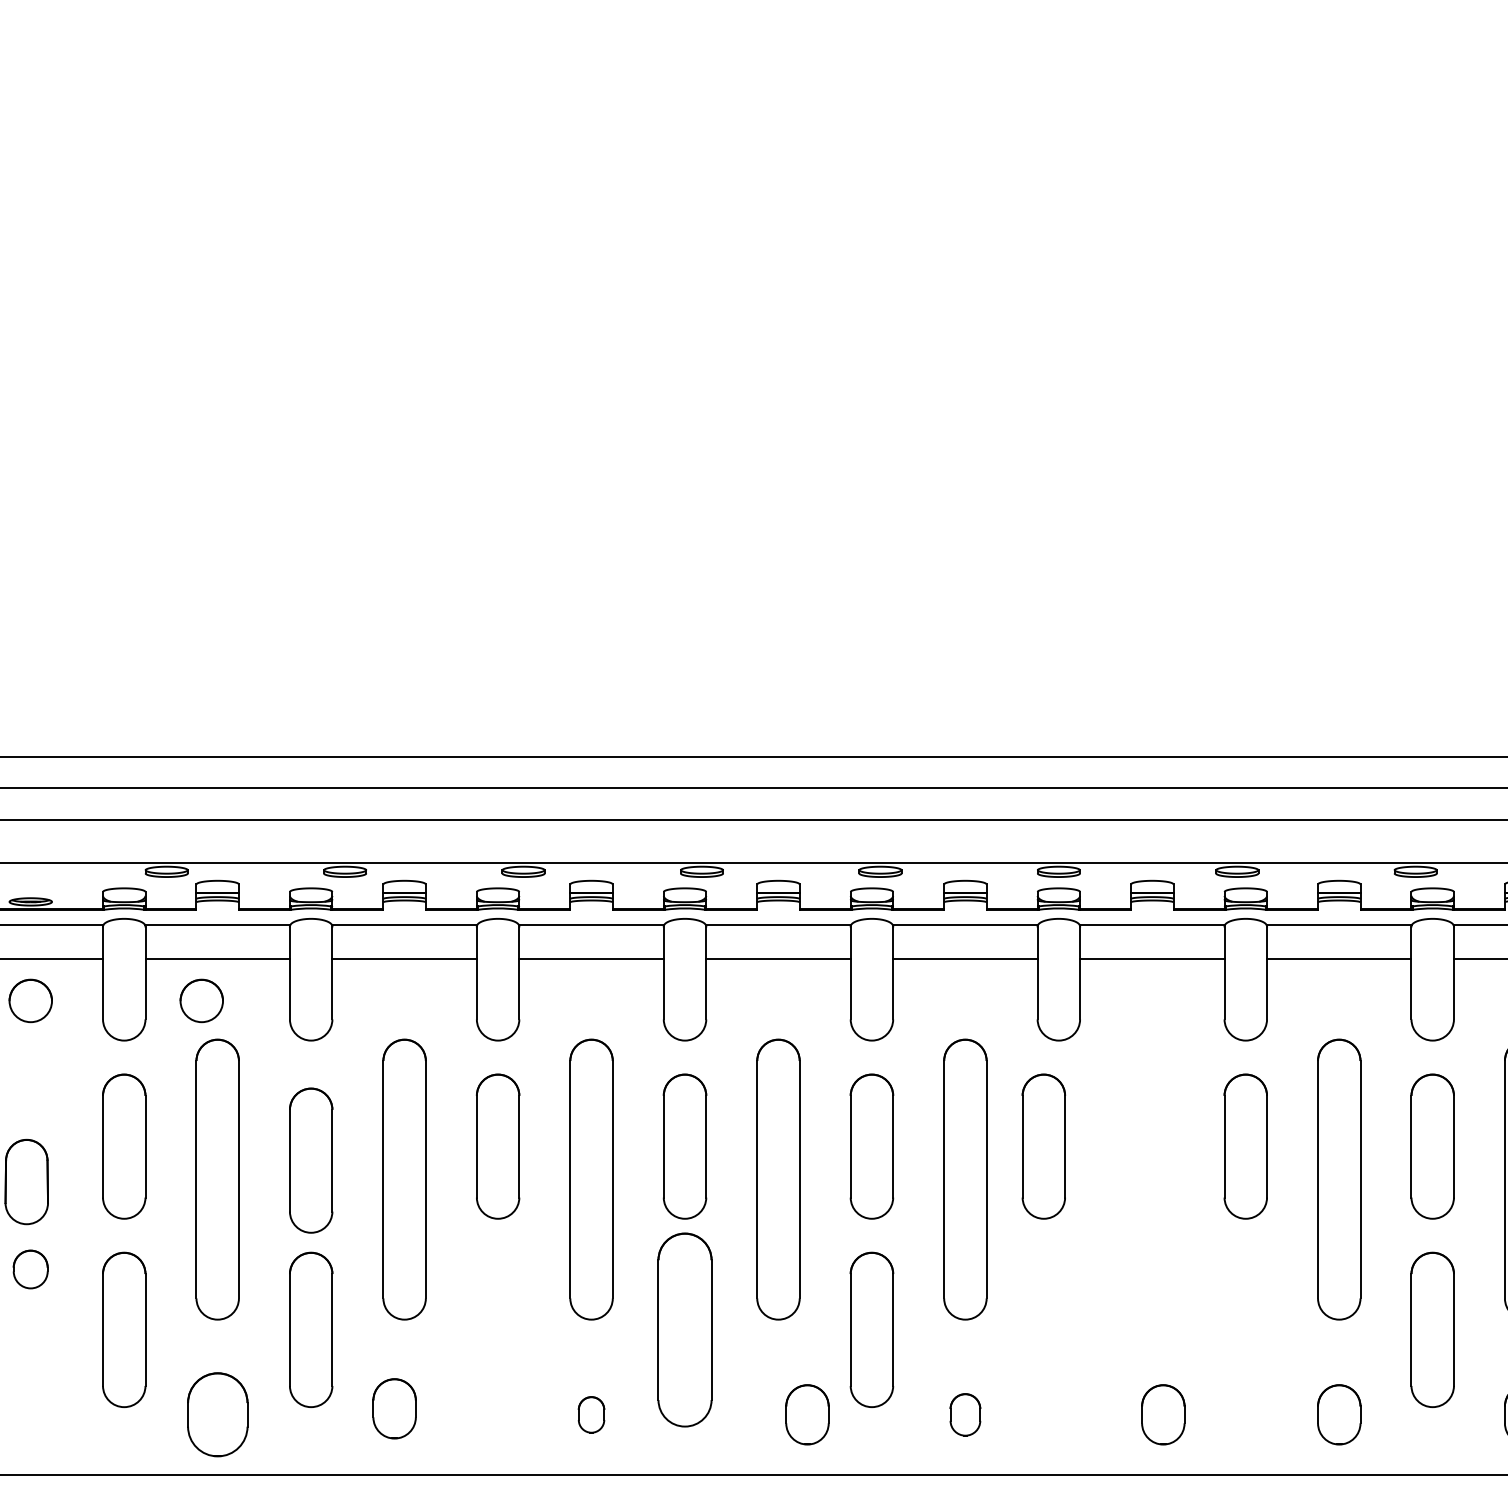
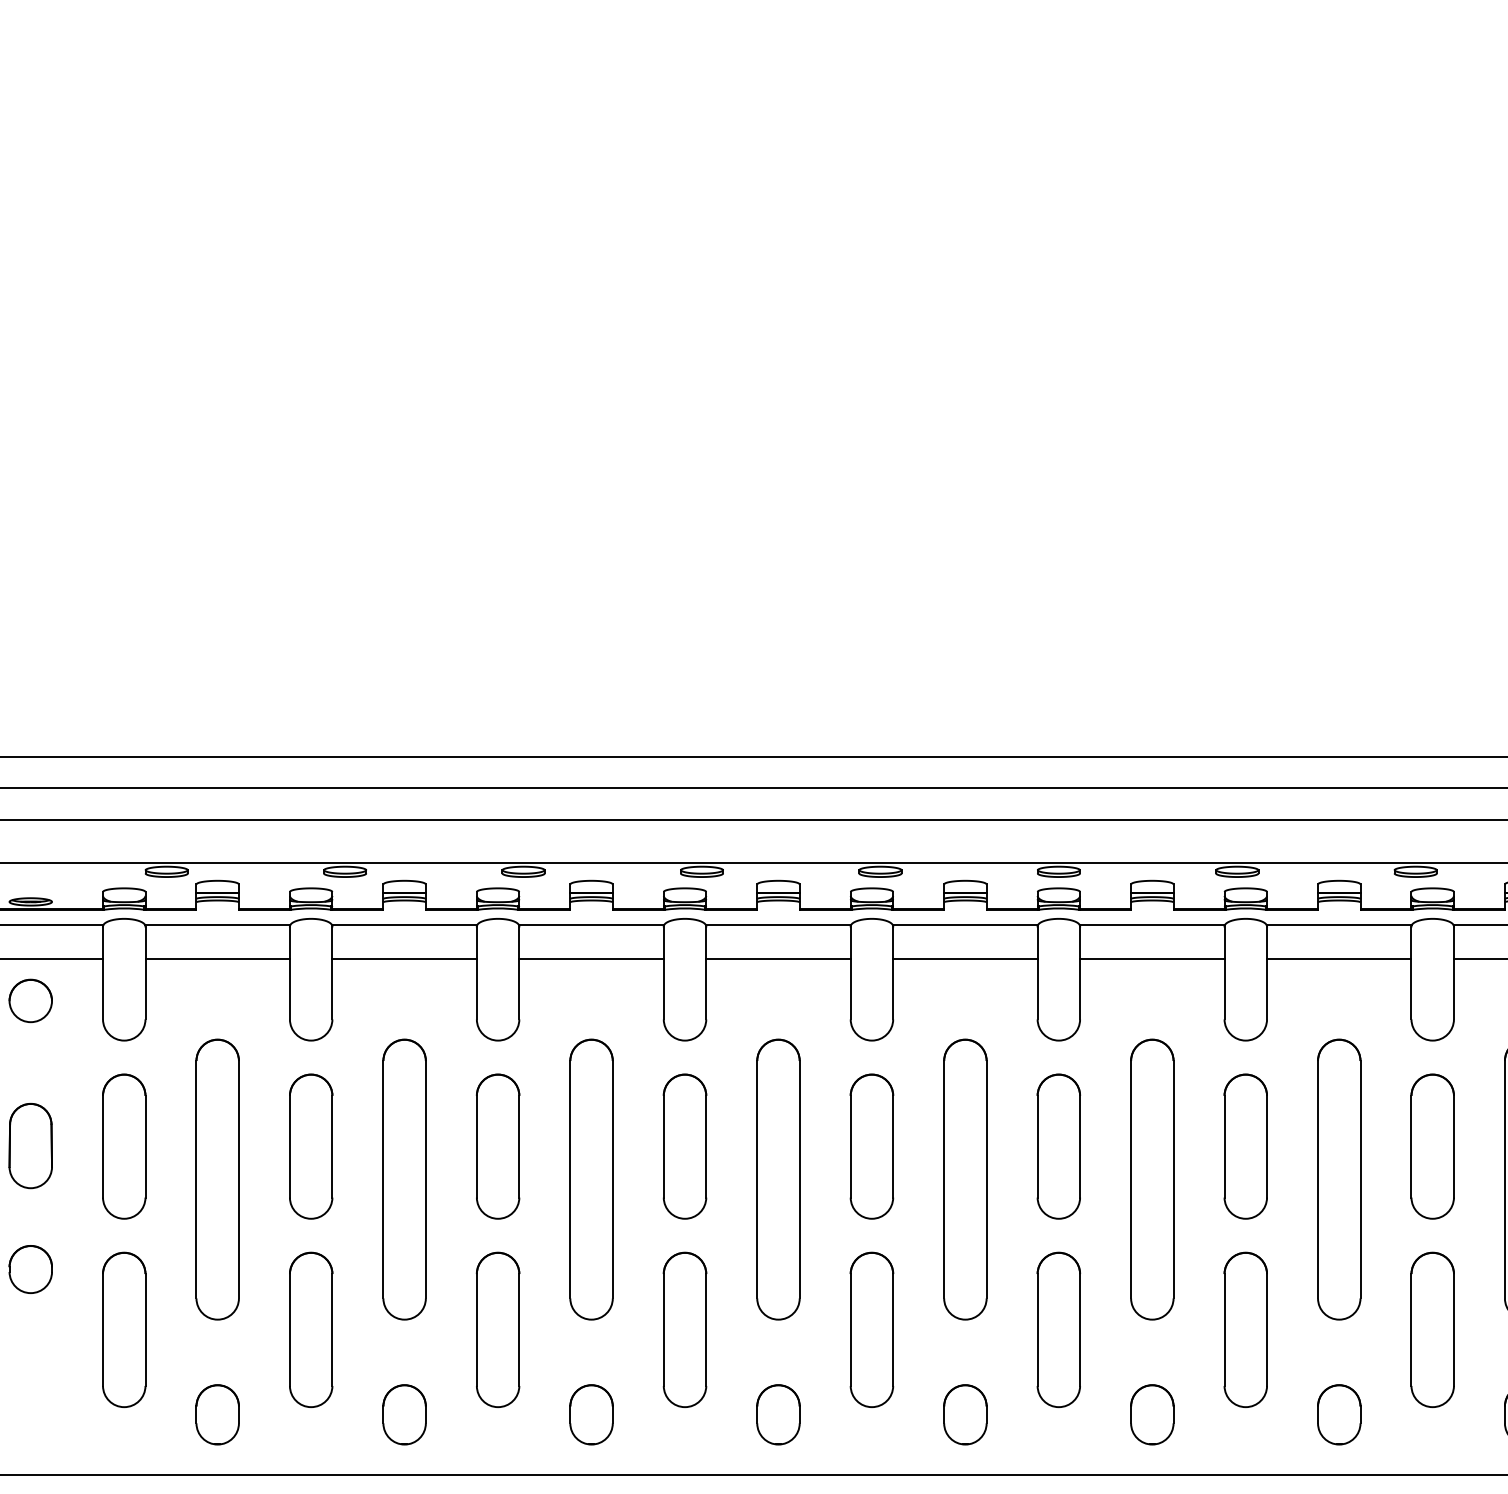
part at (201, 1000): present -> none
part at (1043, 1146) position: (1043, 1146) -> (1058, 1146)
part at (311, 1160) position: (311, 1160) -> (311, 1146)
part at (1152, 1179): none -> present
part at (26, 1182) position: (26, 1182) -> (30, 1146)
part at (30, 1269) size: 37x41 px -> 45x49 px
part at (497, 1329): none -> present
part at (684, 1329) size: 56x196 px -> 46x157 px
part at (1058, 1329): none -> present
part at (1245, 1329): none -> present
part at (394, 1408) position: (394, 1408) -> (404, 1414)
part at (217, 1414) size: 62x86 px -> 45x62 px
part at (591, 1414) size: 29x38 px -> 45x62 px
part at (807, 1414) position: (807, 1414) -> (778, 1414)
part at (965, 1414) size: 33x44 px -> 45x62 px
part at (1163, 1414) position: (1163, 1414) -> (1152, 1414)
